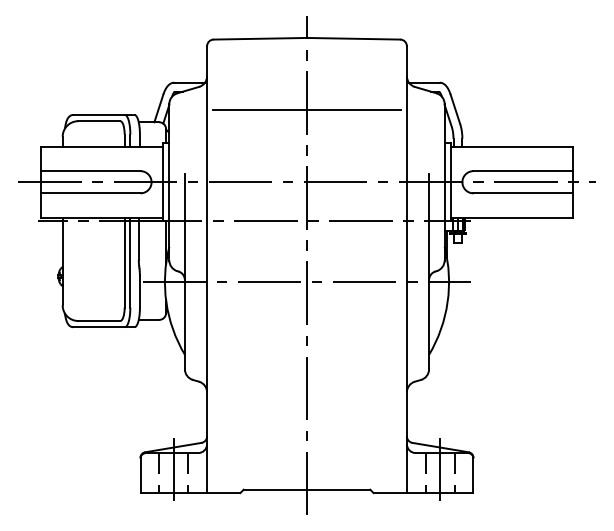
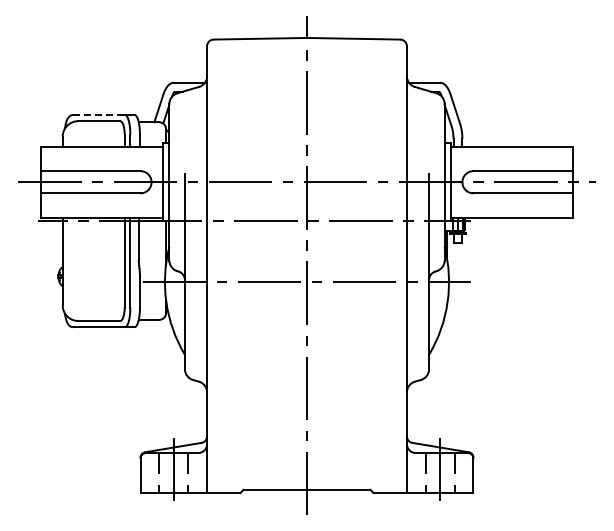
line at (306, 110): present -> none
line at (99, 114): solid -> dashed
